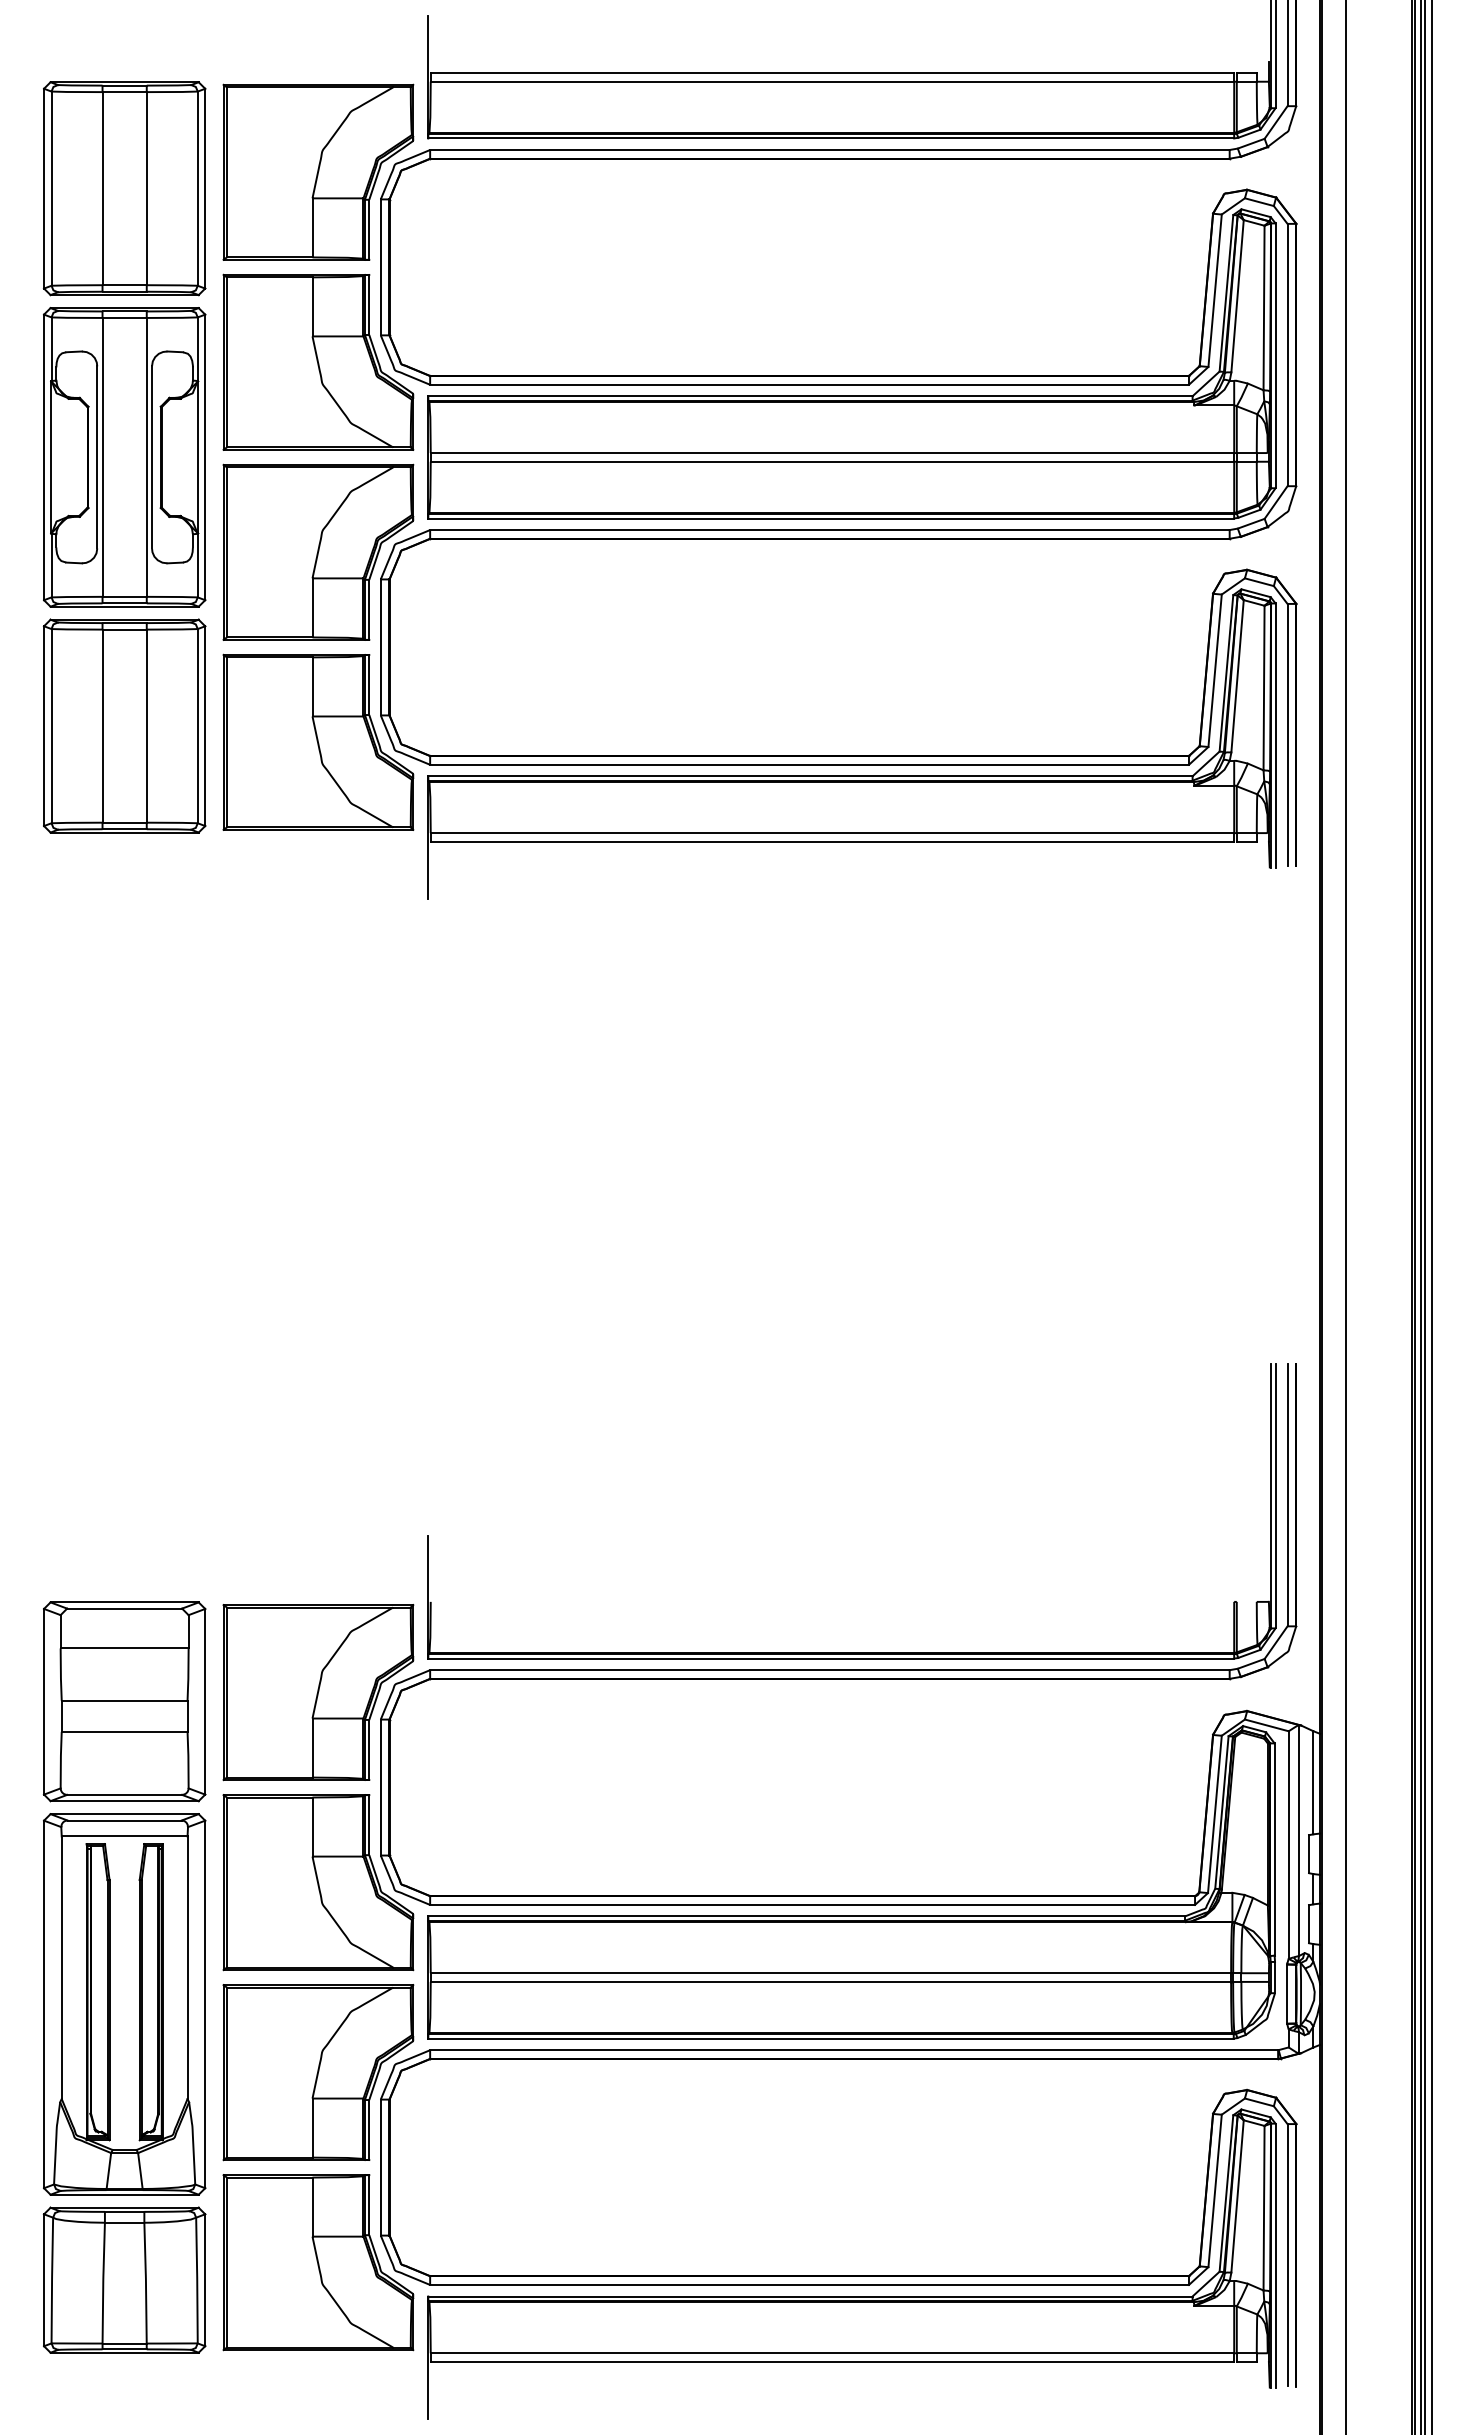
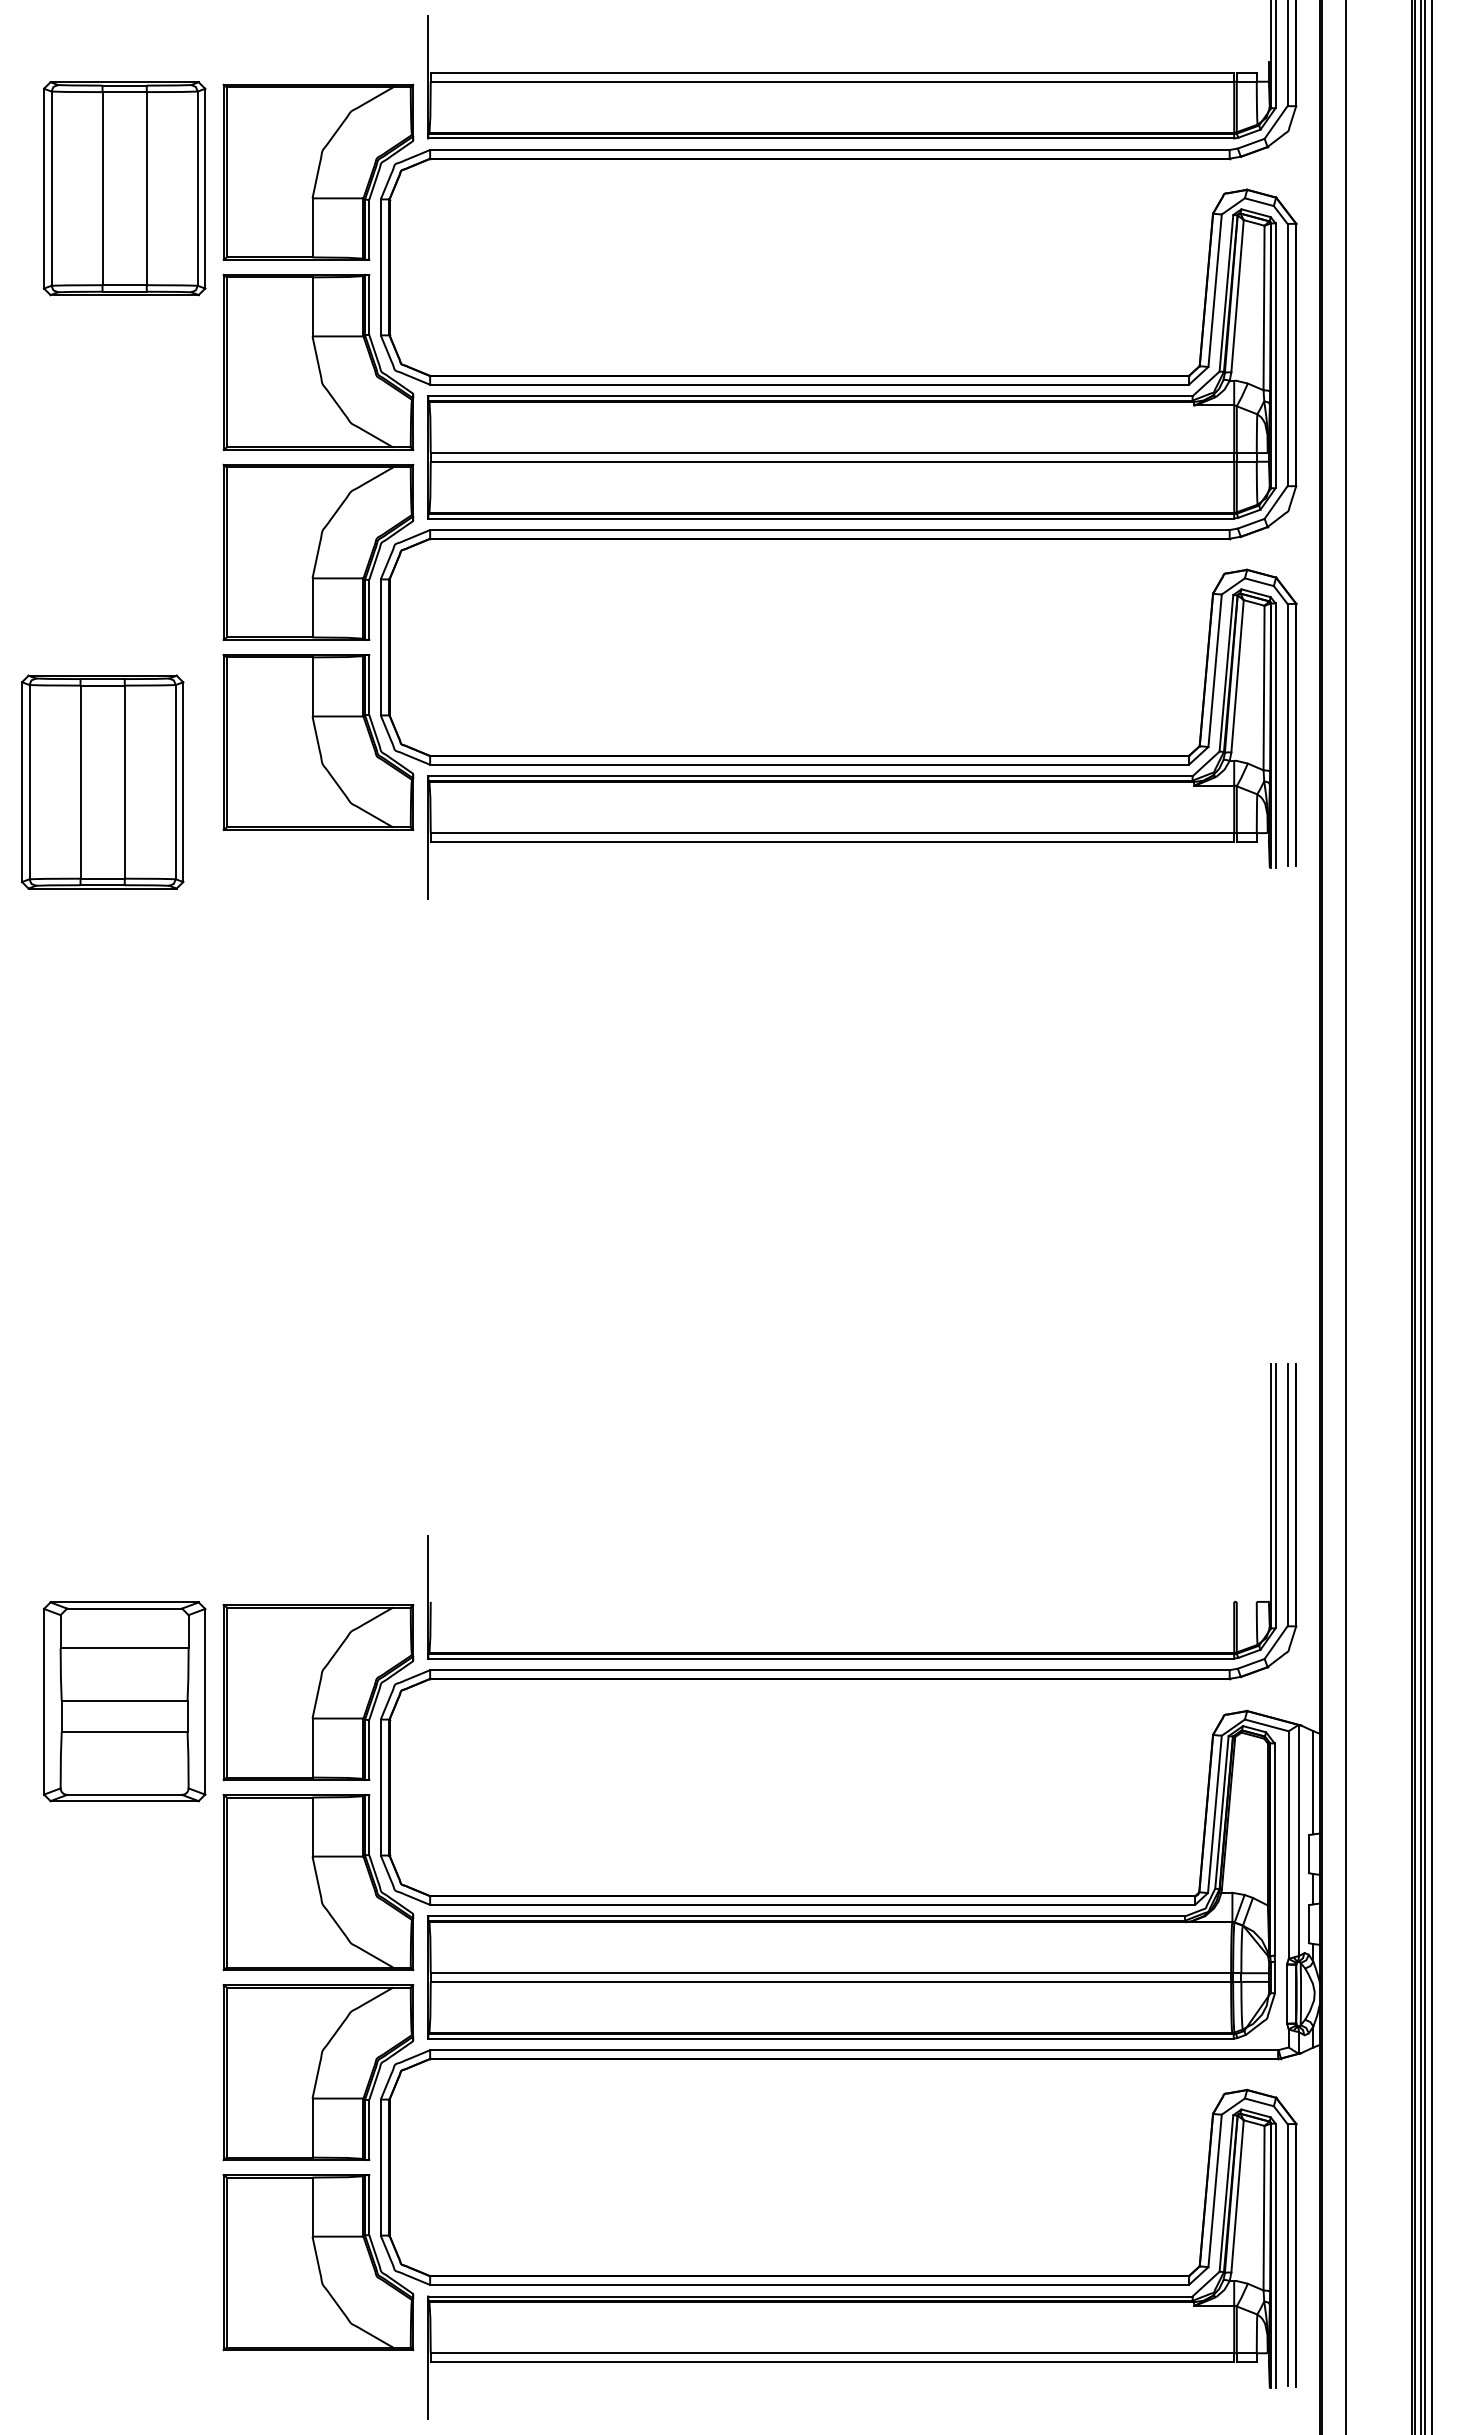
part at (124, 457): present -> none
part at (124, 725) position: (124, 725) -> (102, 781)
part at (124, 2004): present -> none
part at (124, 2279): present -> none
